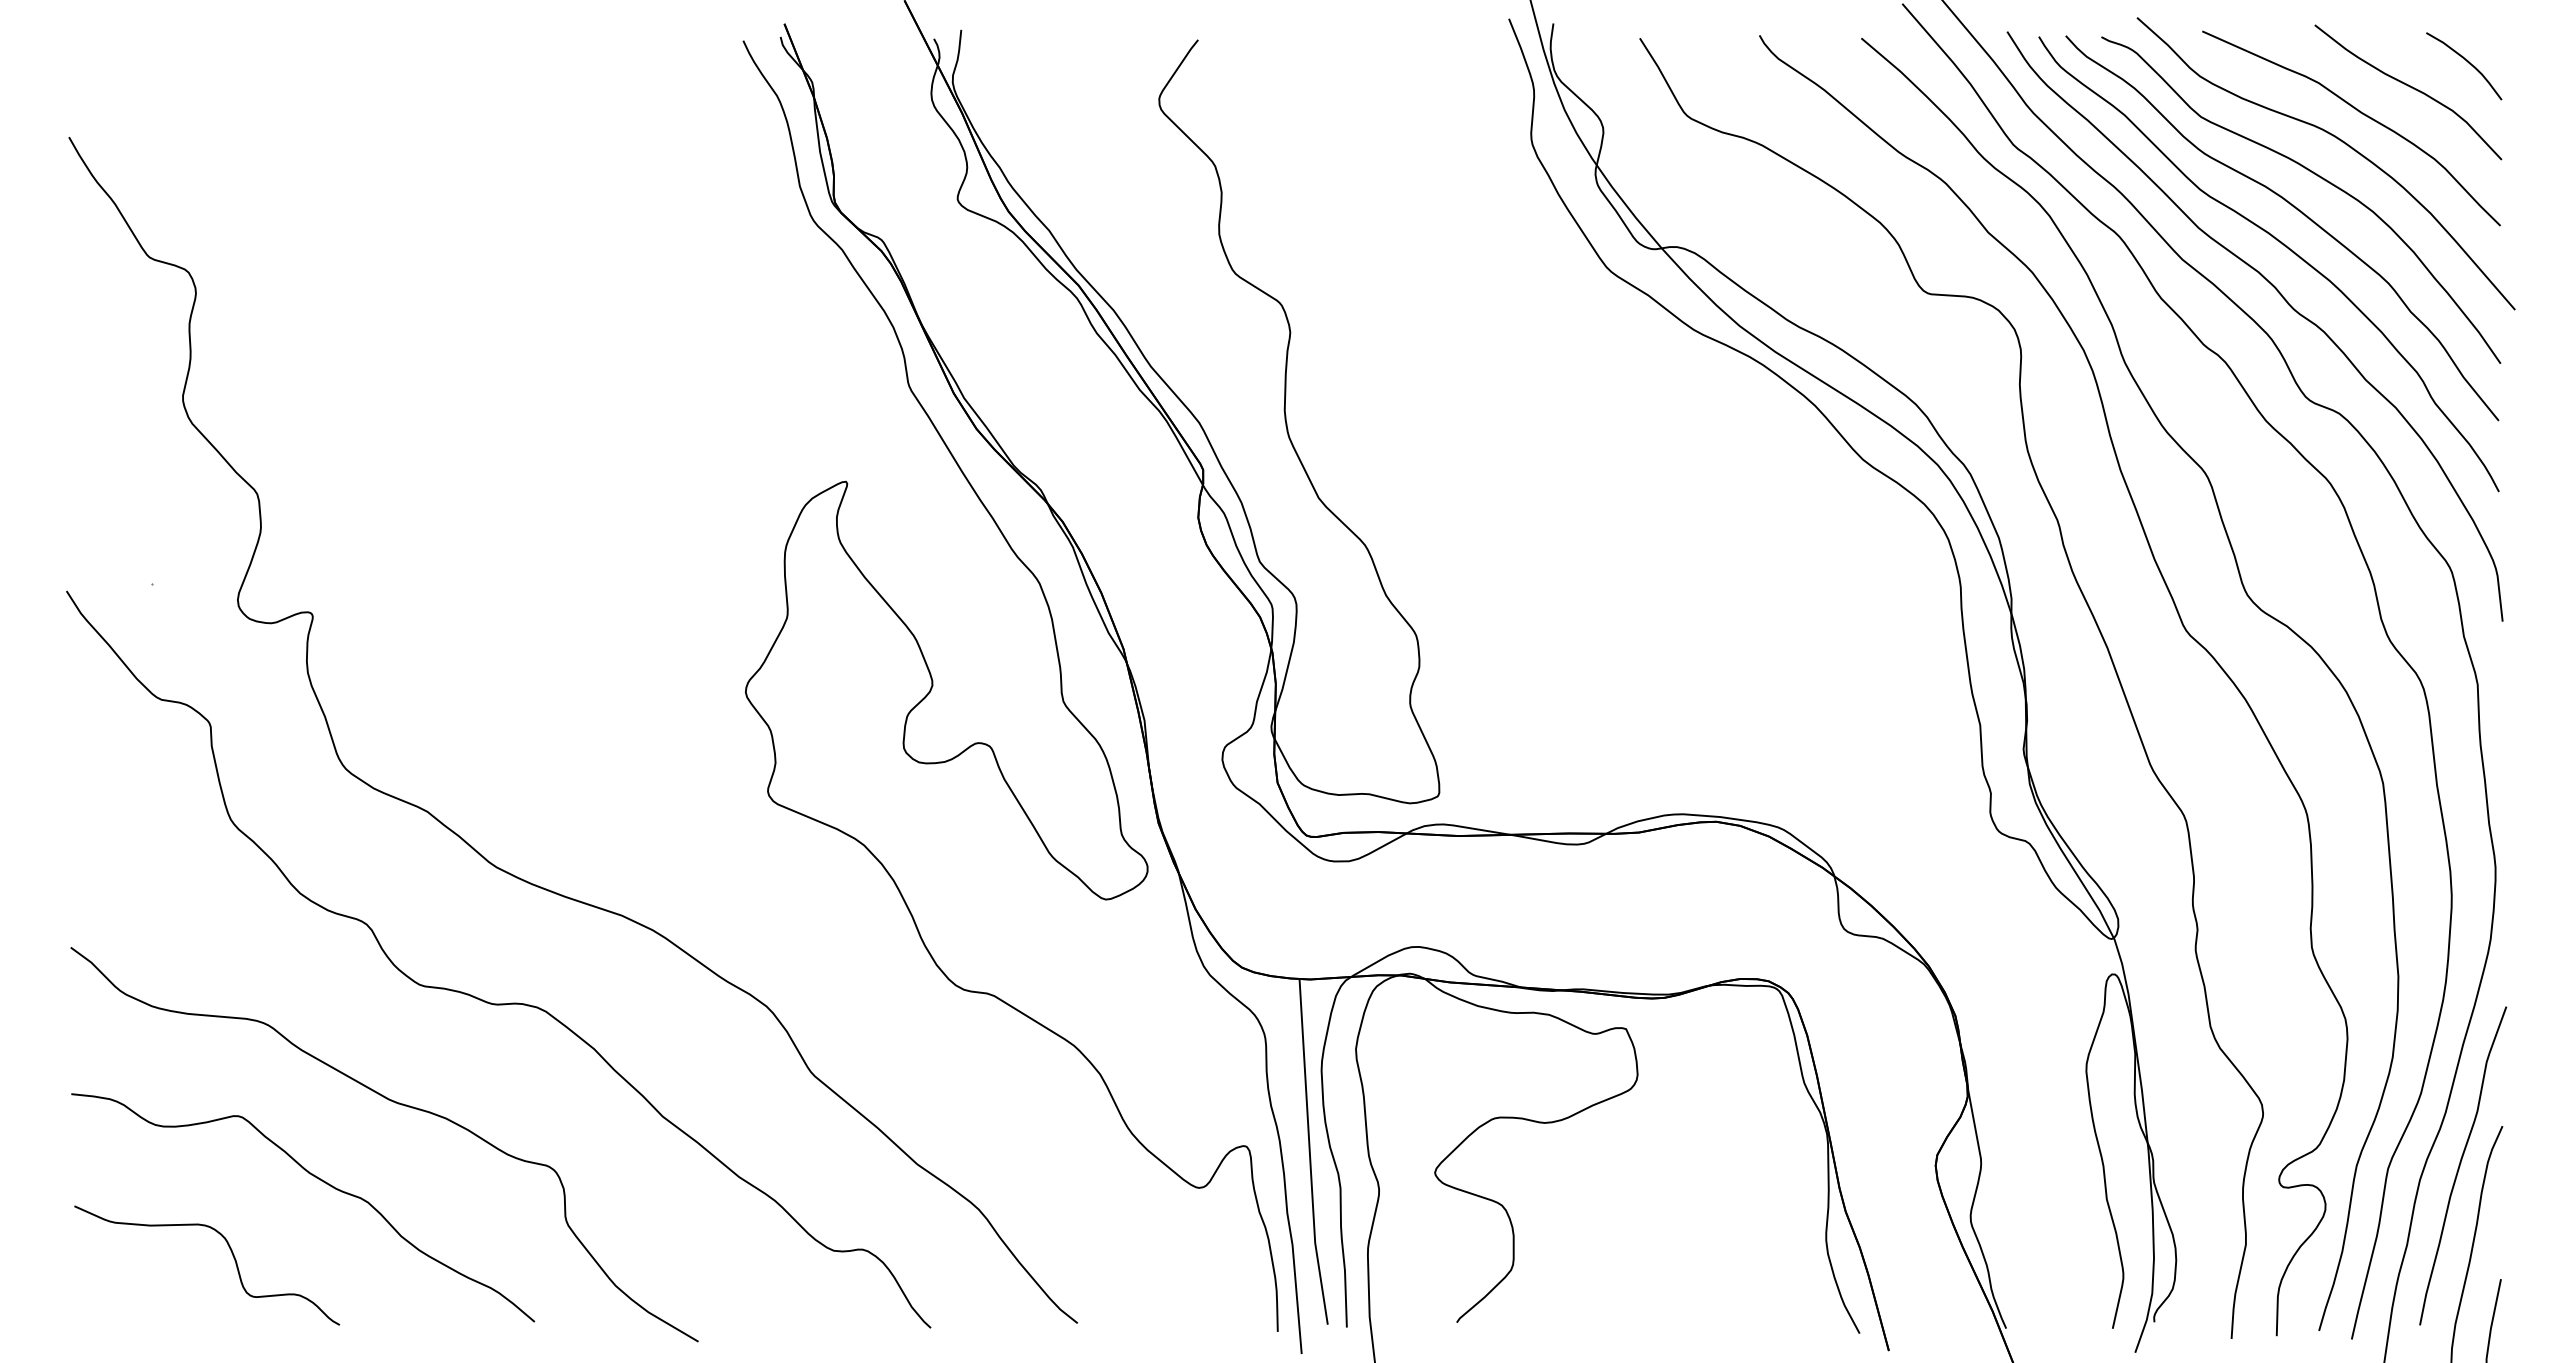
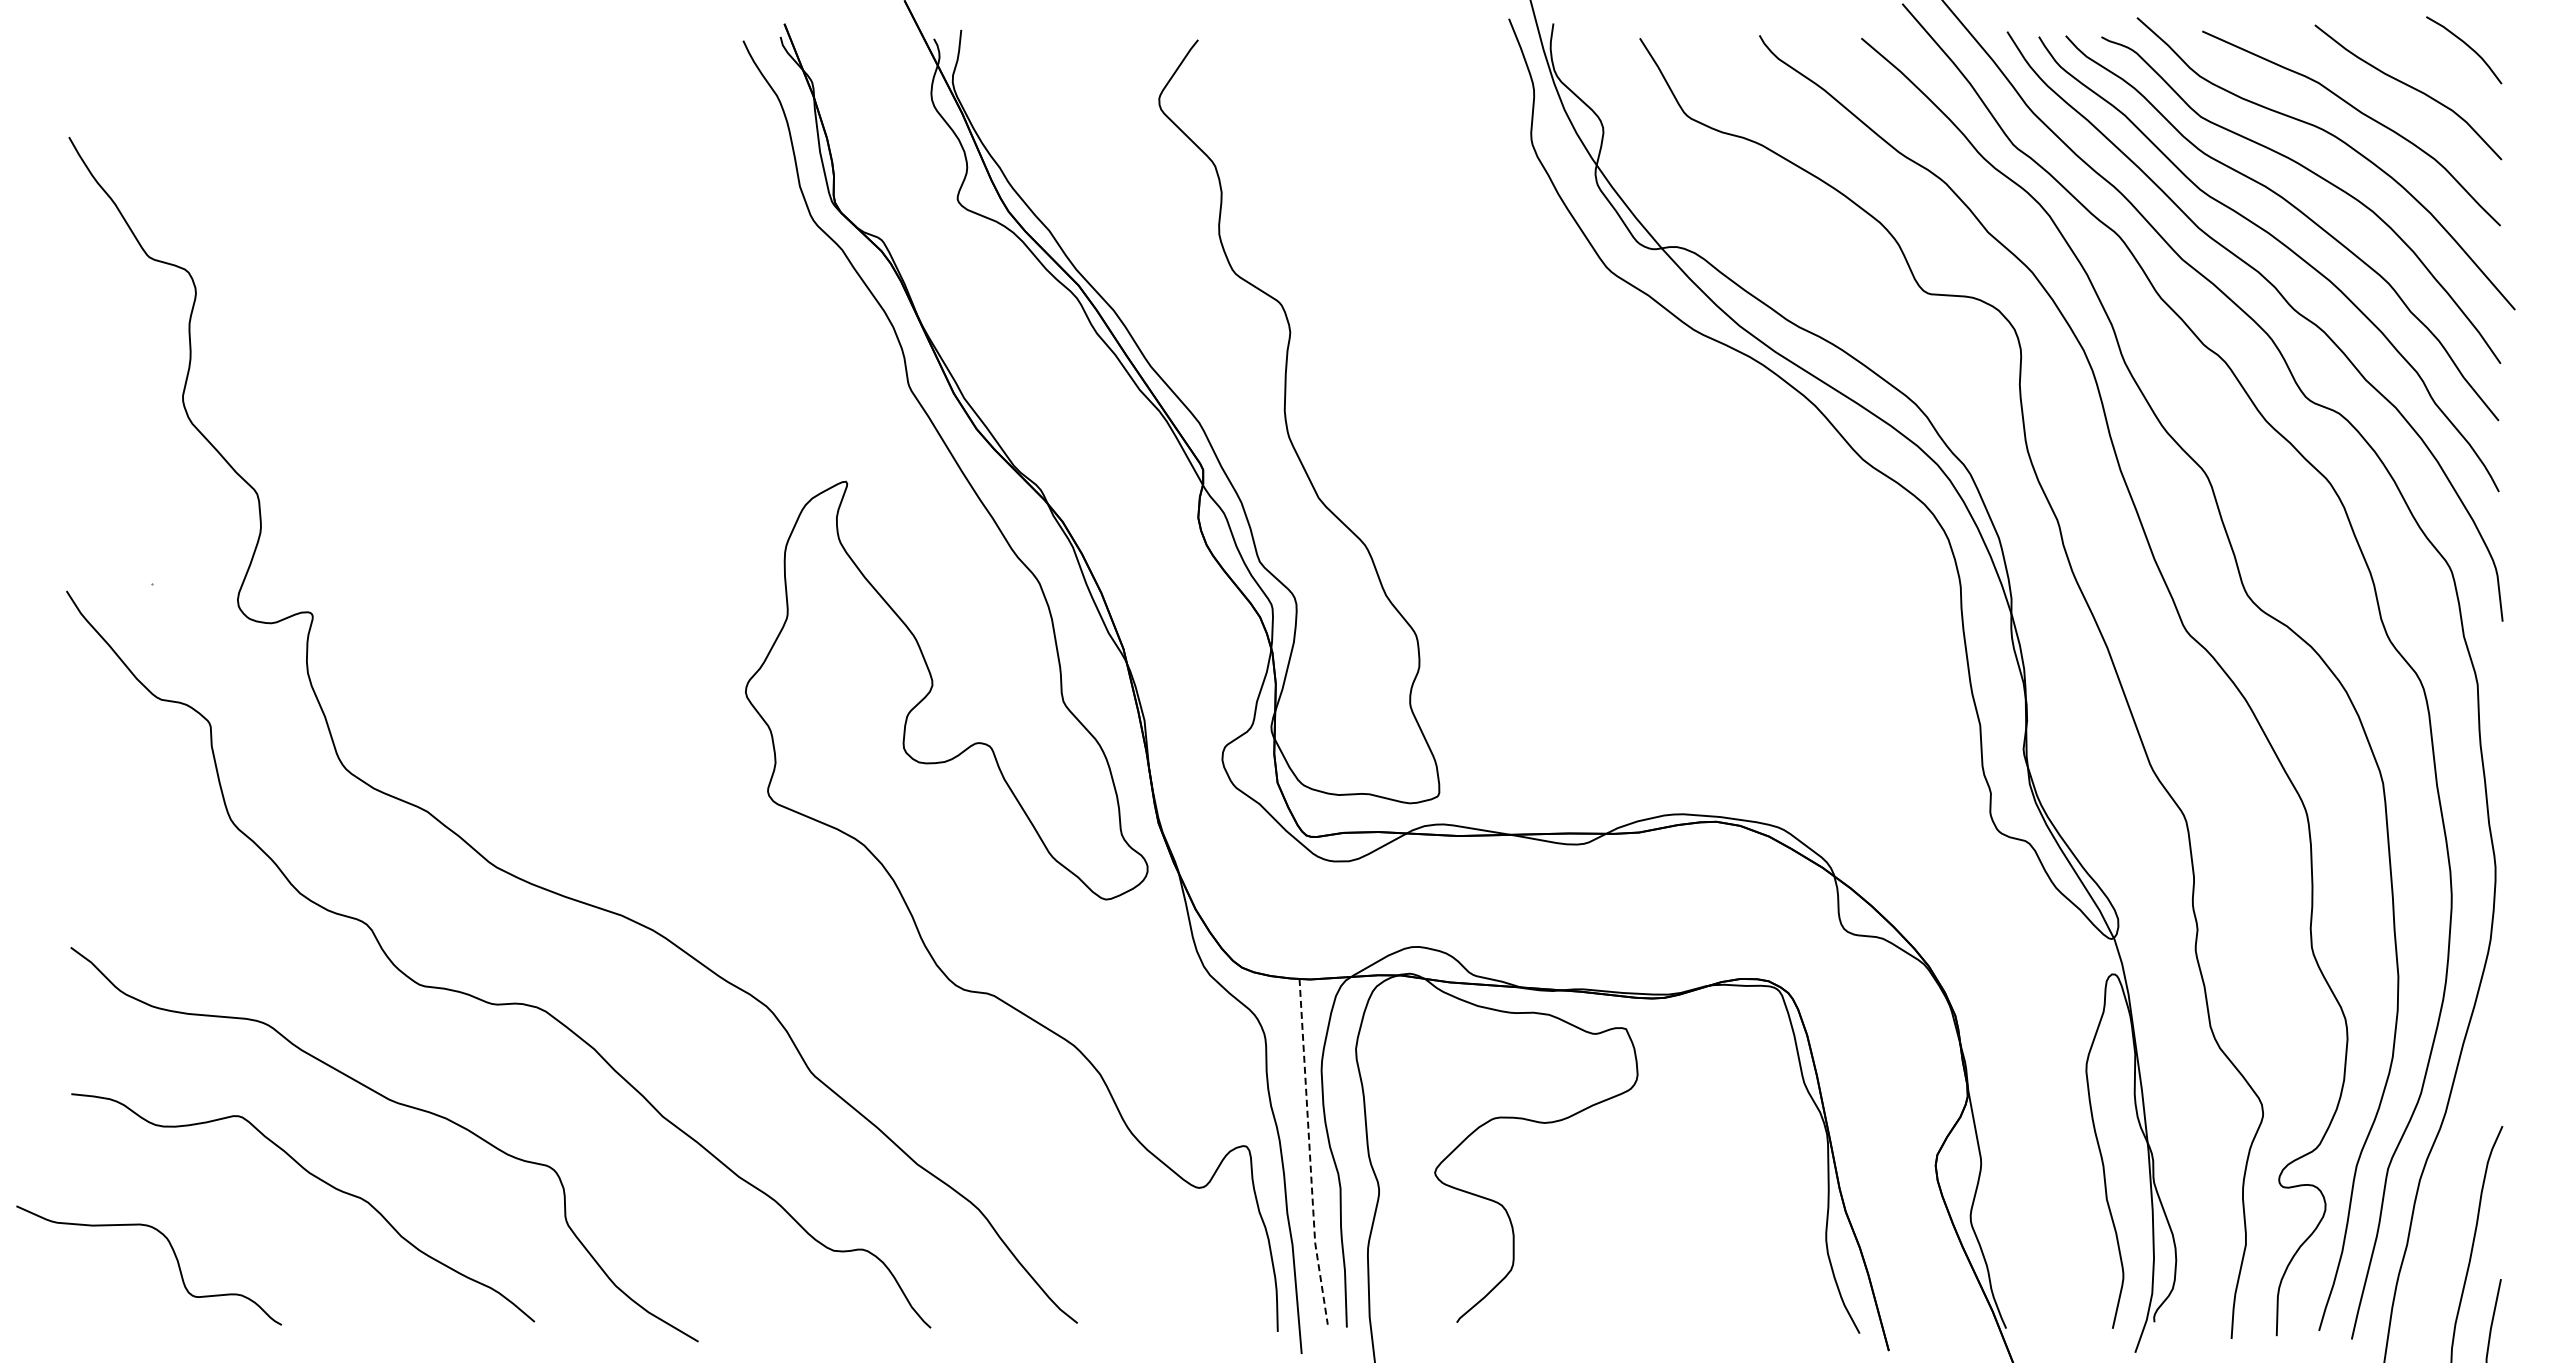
curve at (2467, 62) position: (2467, 62) -> (2467, 46)
line at (1309, 1153): solid -> dashed
curve at (2461, 1163): present -> none
curve at (231, 1253) position: (231, 1253) -> (173, 1253)
